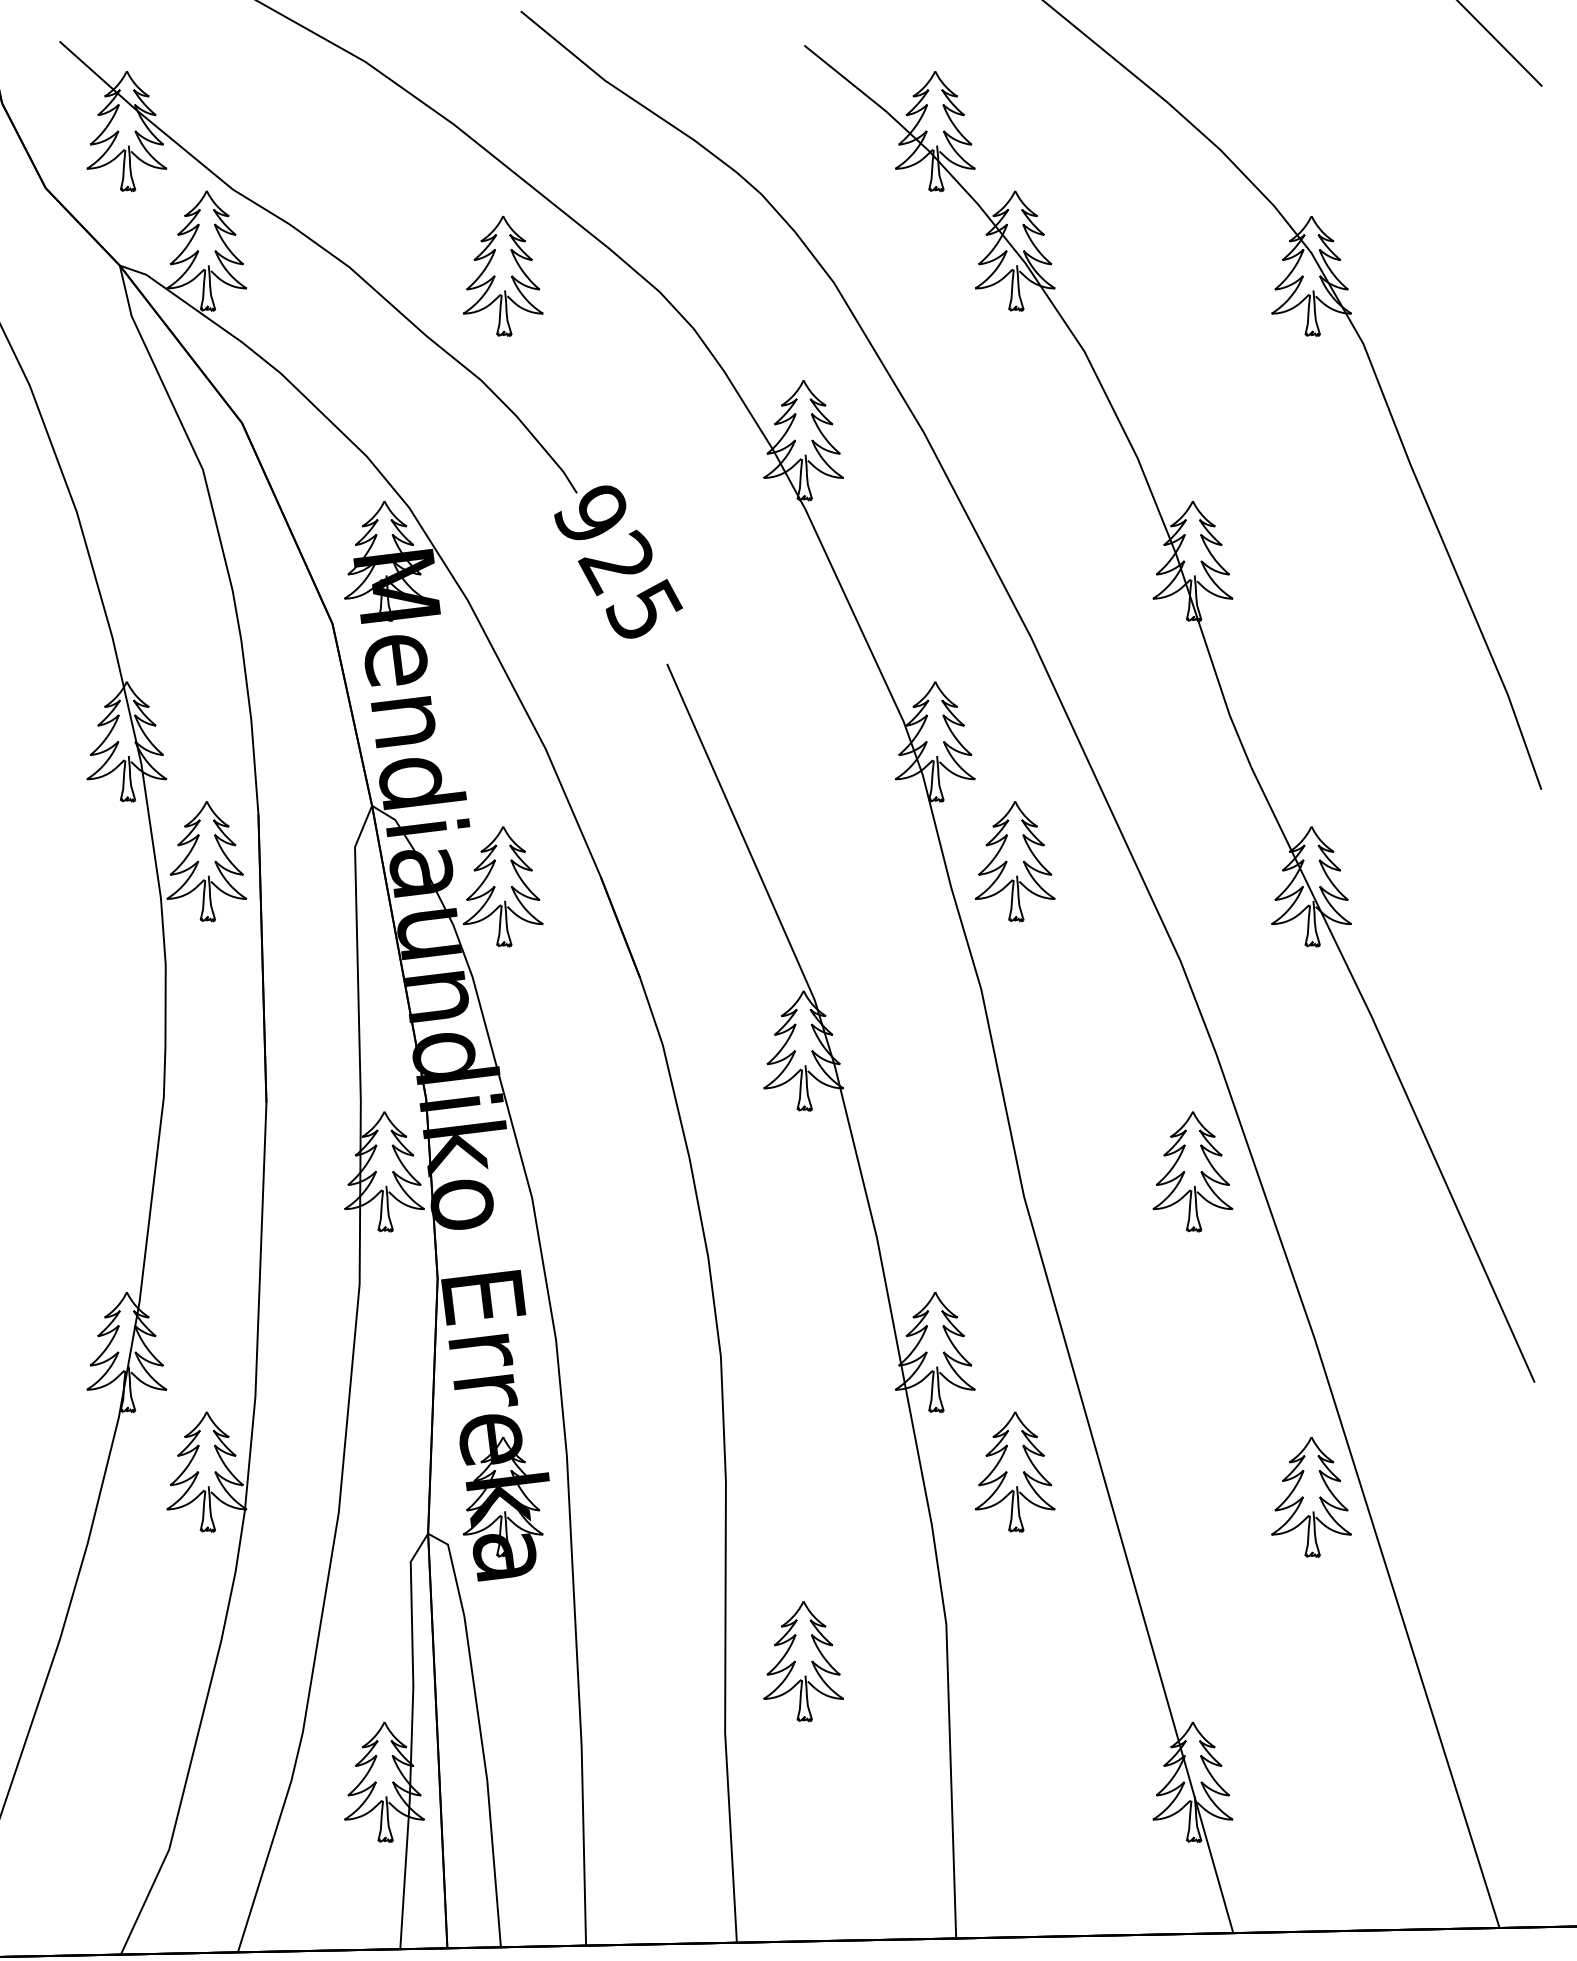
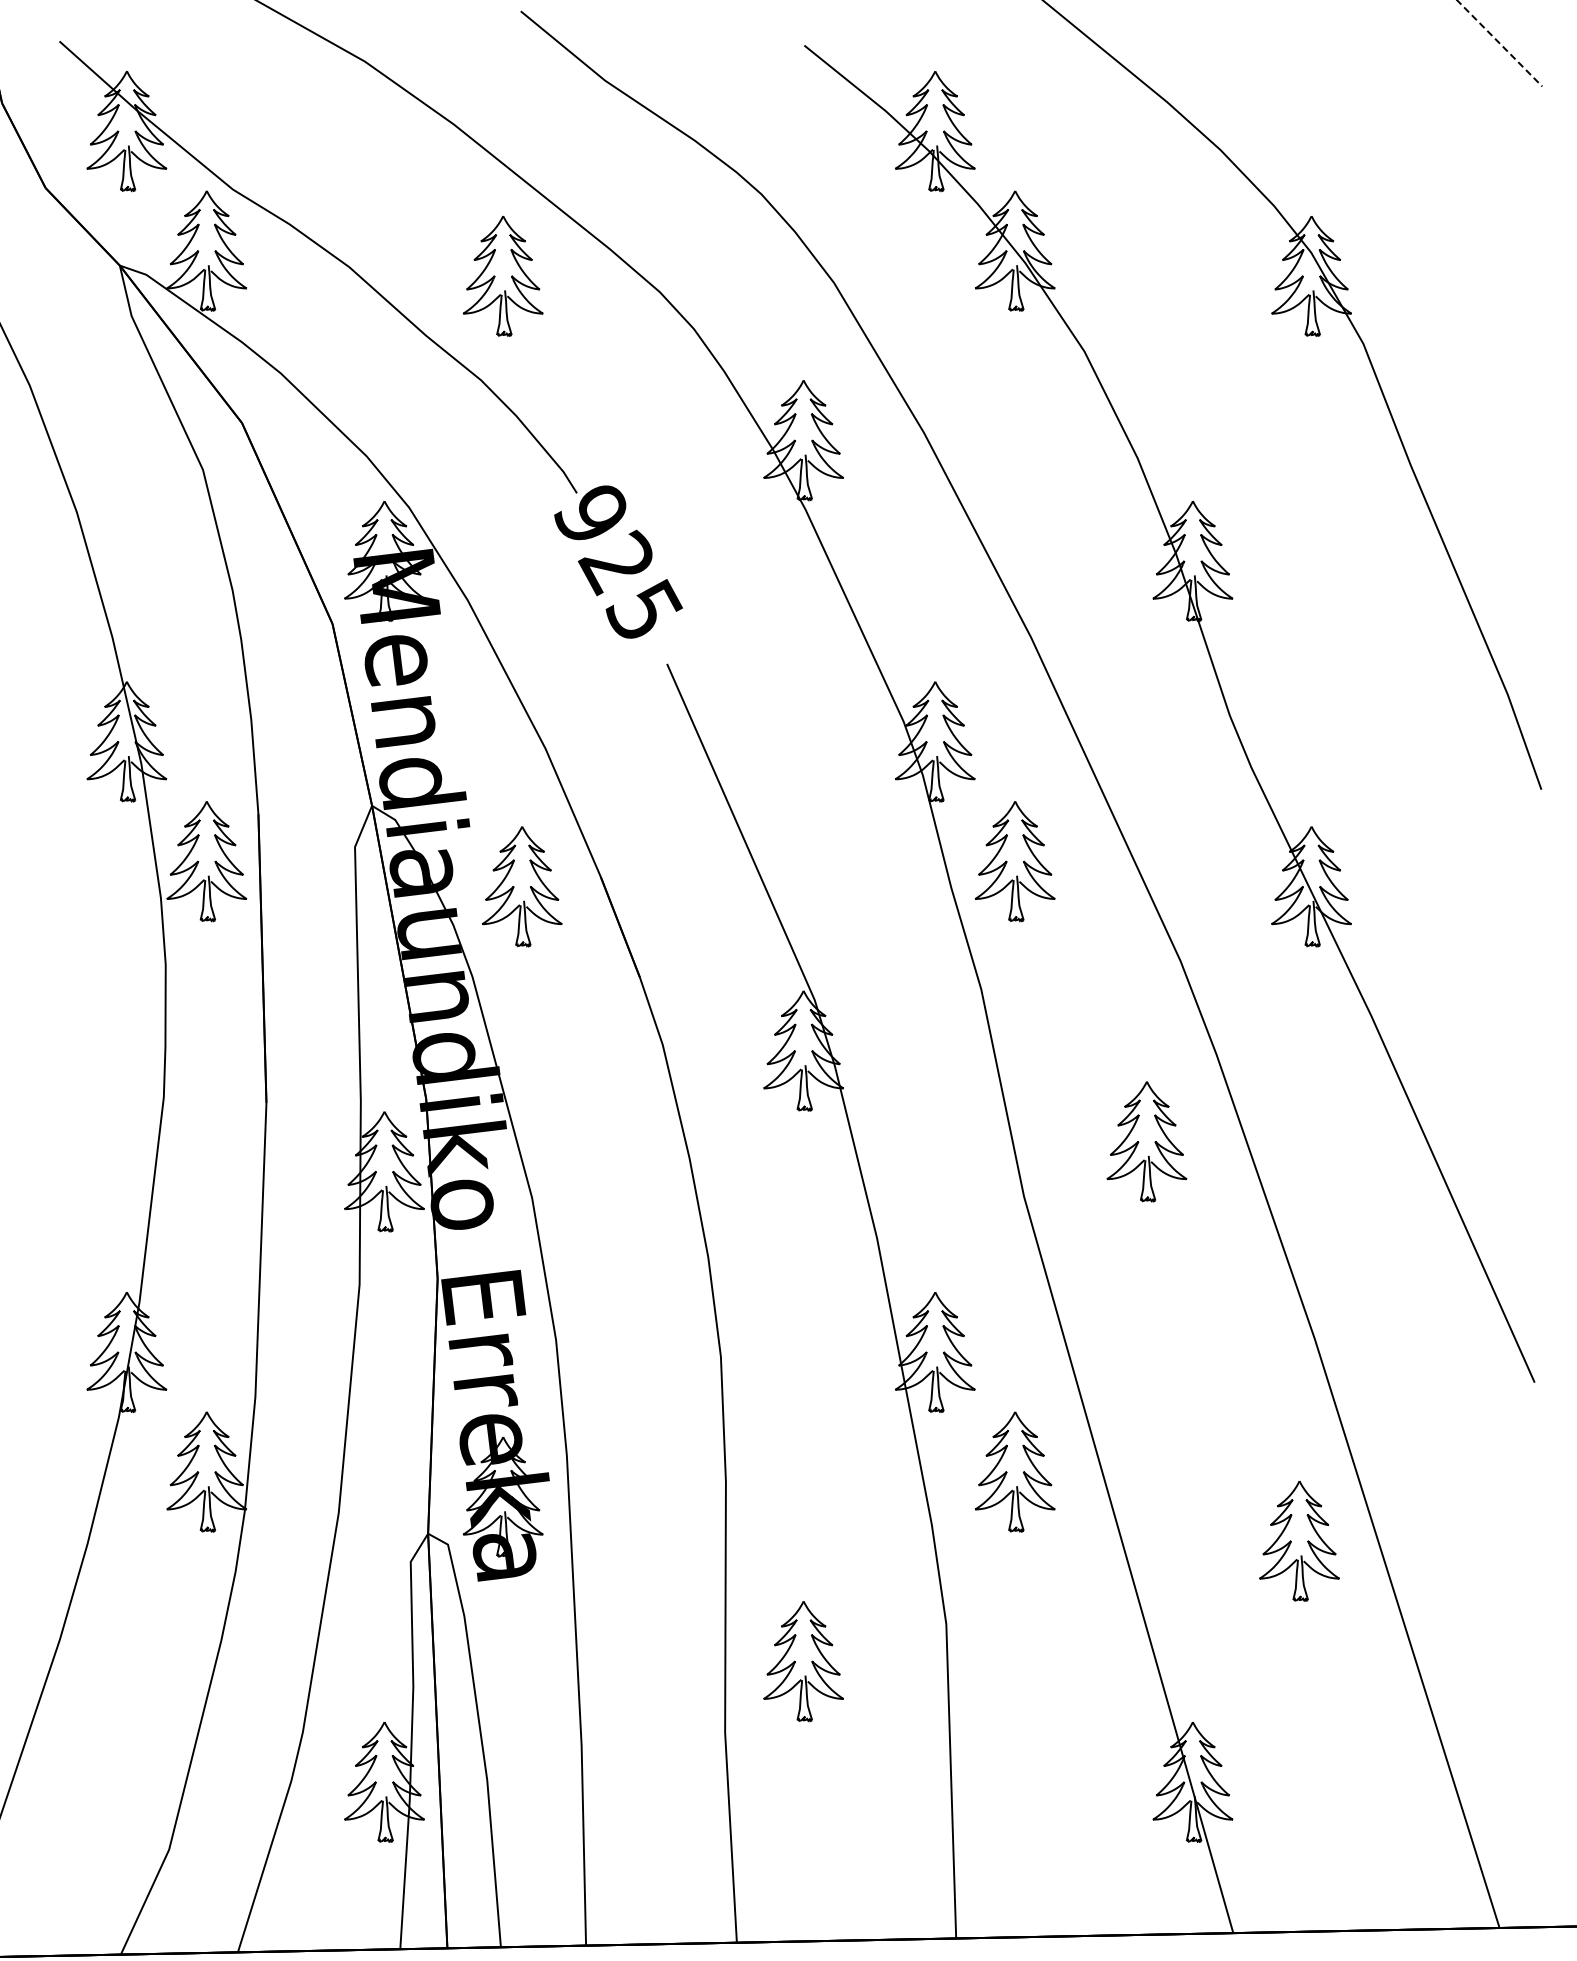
line at (1499, 43): solid -> dashed
part at (503, 886) position: (503, 886) -> (522, 886)
part at (1192, 1171) position: (1192, 1171) -> (1146, 1141)
part at (1311, 1497) position: (1311, 1497) -> (1299, 1541)
